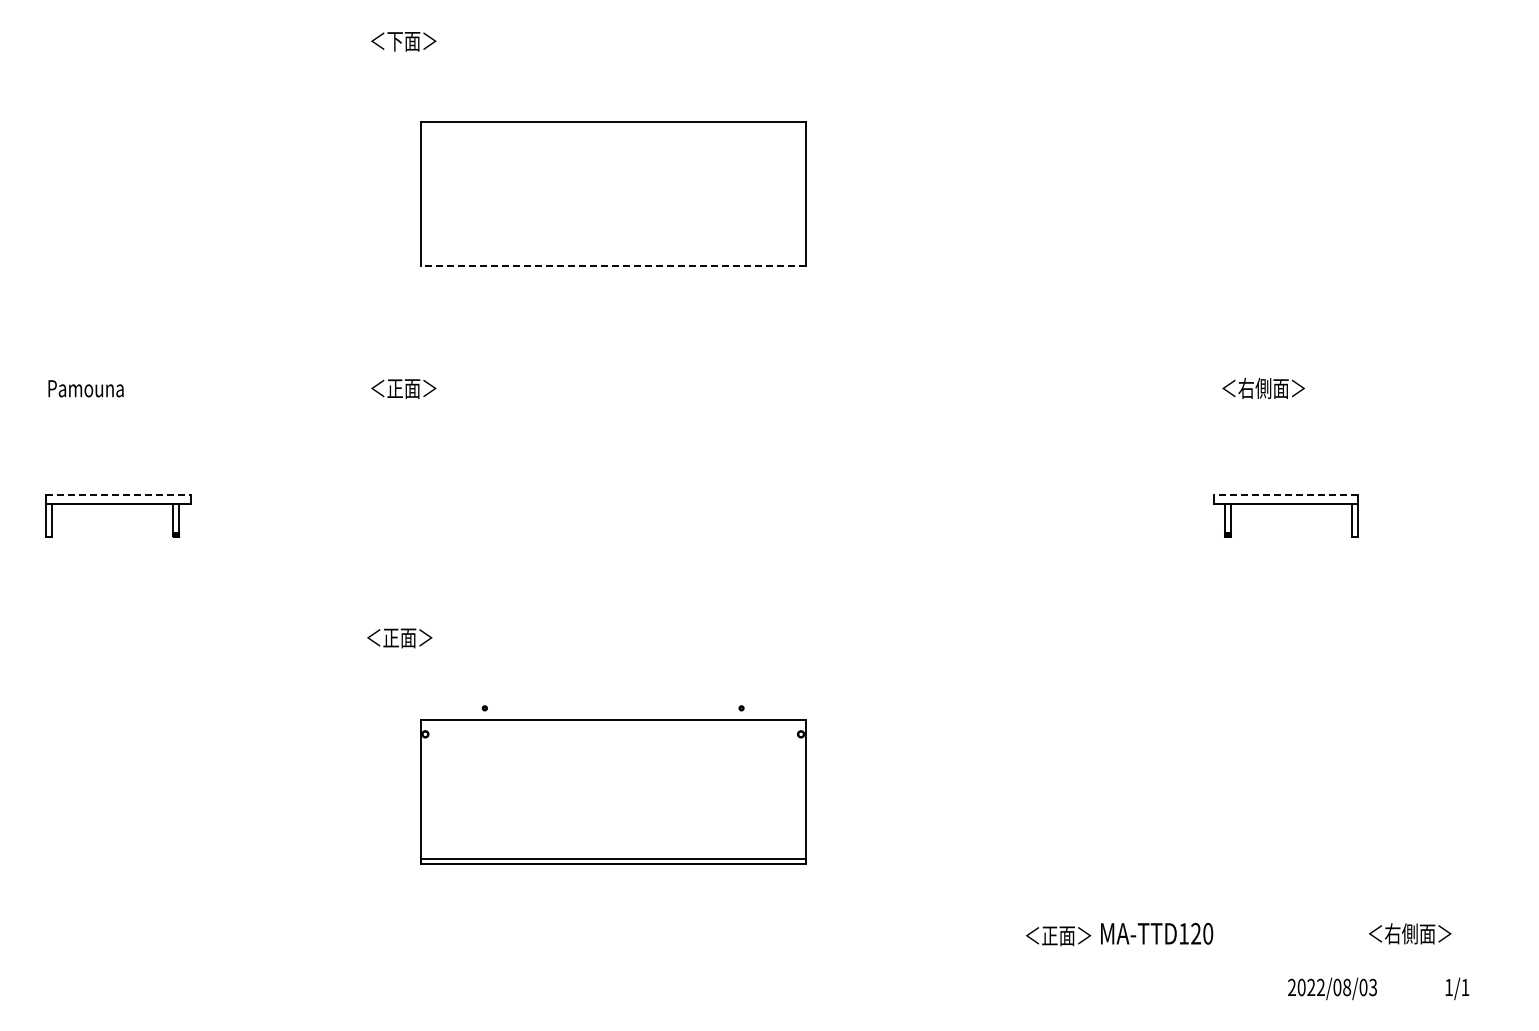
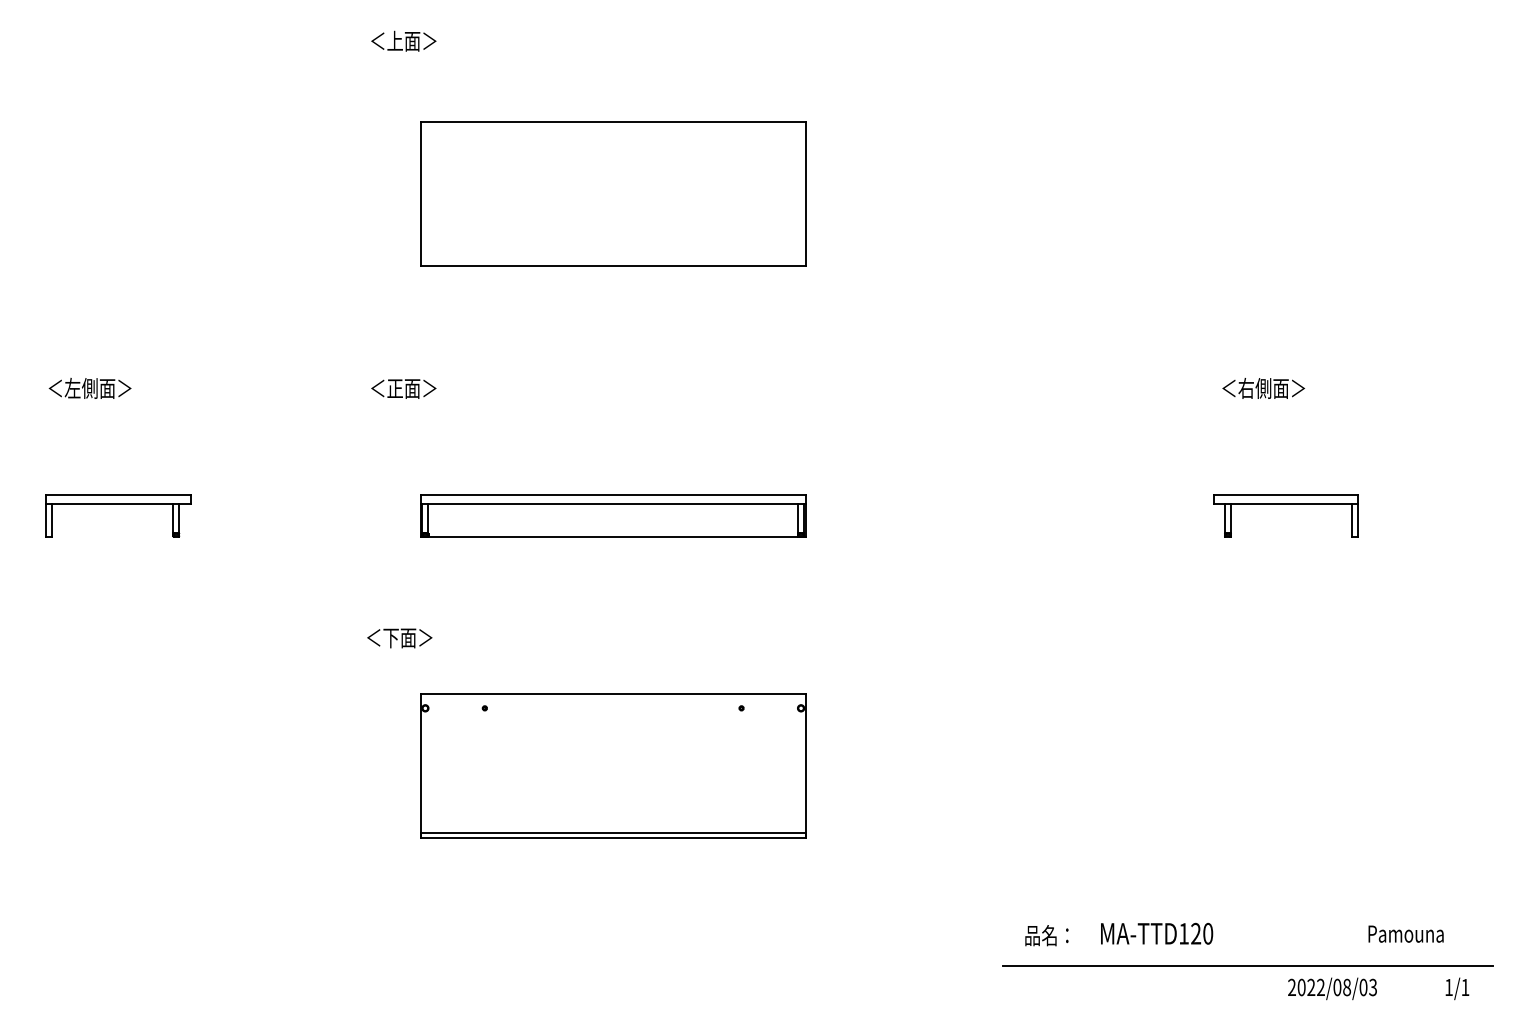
text at (394, 40): ＜下面＞ -> ＜上面＞
line at (613, 266): dashed -> solid
text at (89, 387): Pamouna -> ＜左側面＞
line at (118, 495): dashed -> solid
line at (1285, 495): dashed -> solid
part at (613, 515): none -> present
text at (390, 638): ＜正面＞ -> ＜下面＞
part at (613, 791) position: (613, 791) -> (613, 765)
text at (1409, 933): ＜右側面＞ -> Pamouna
text at (1058, 935): ＜正面＞ -> 品名：
line at (1247, 966): none -> present
